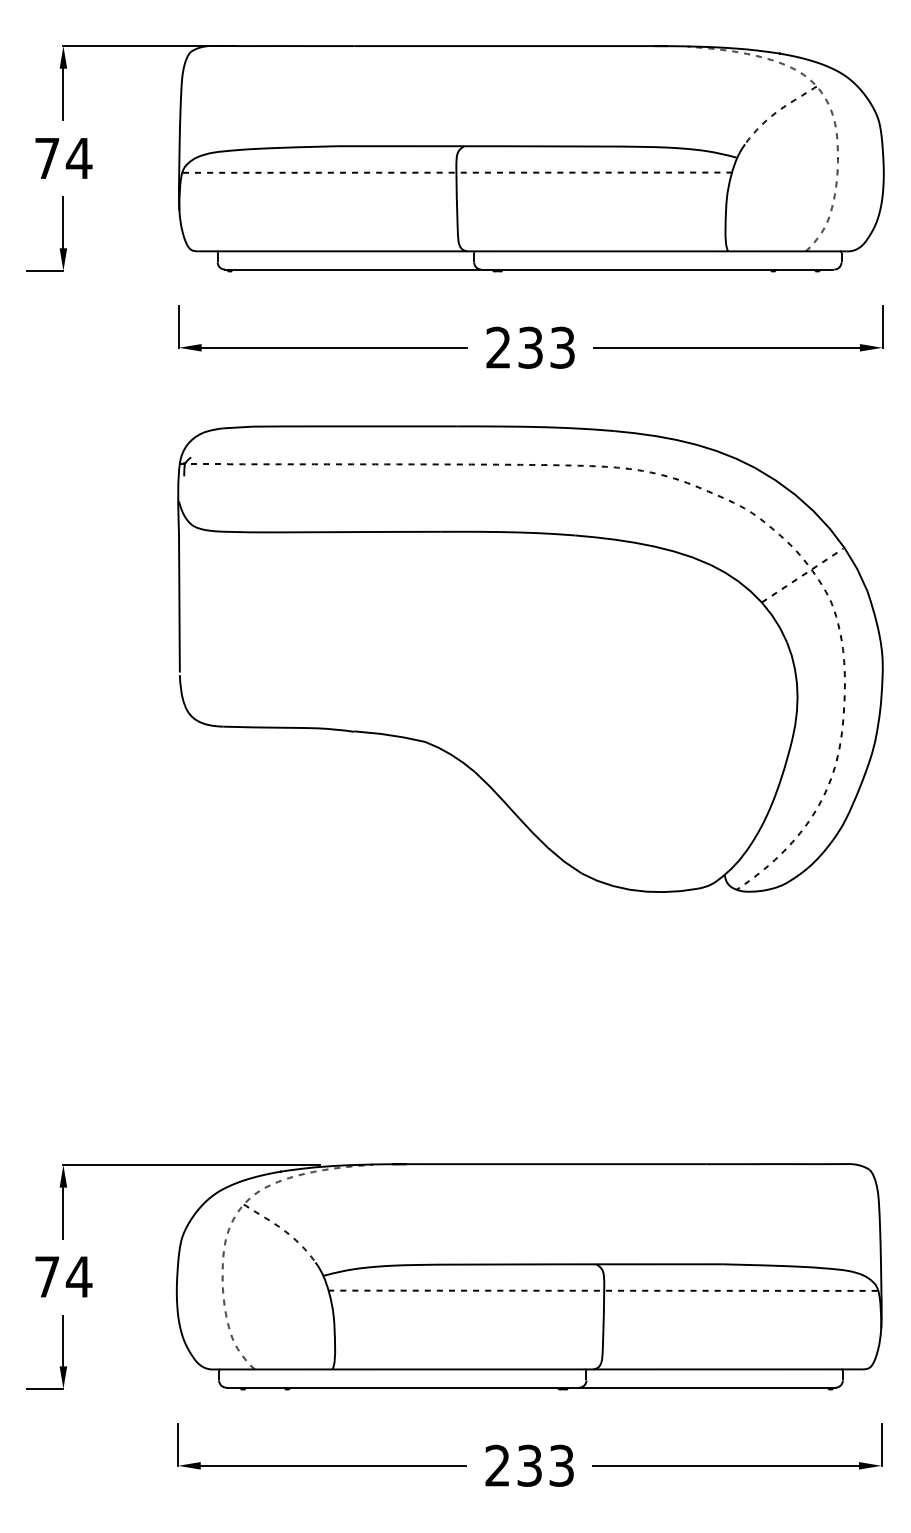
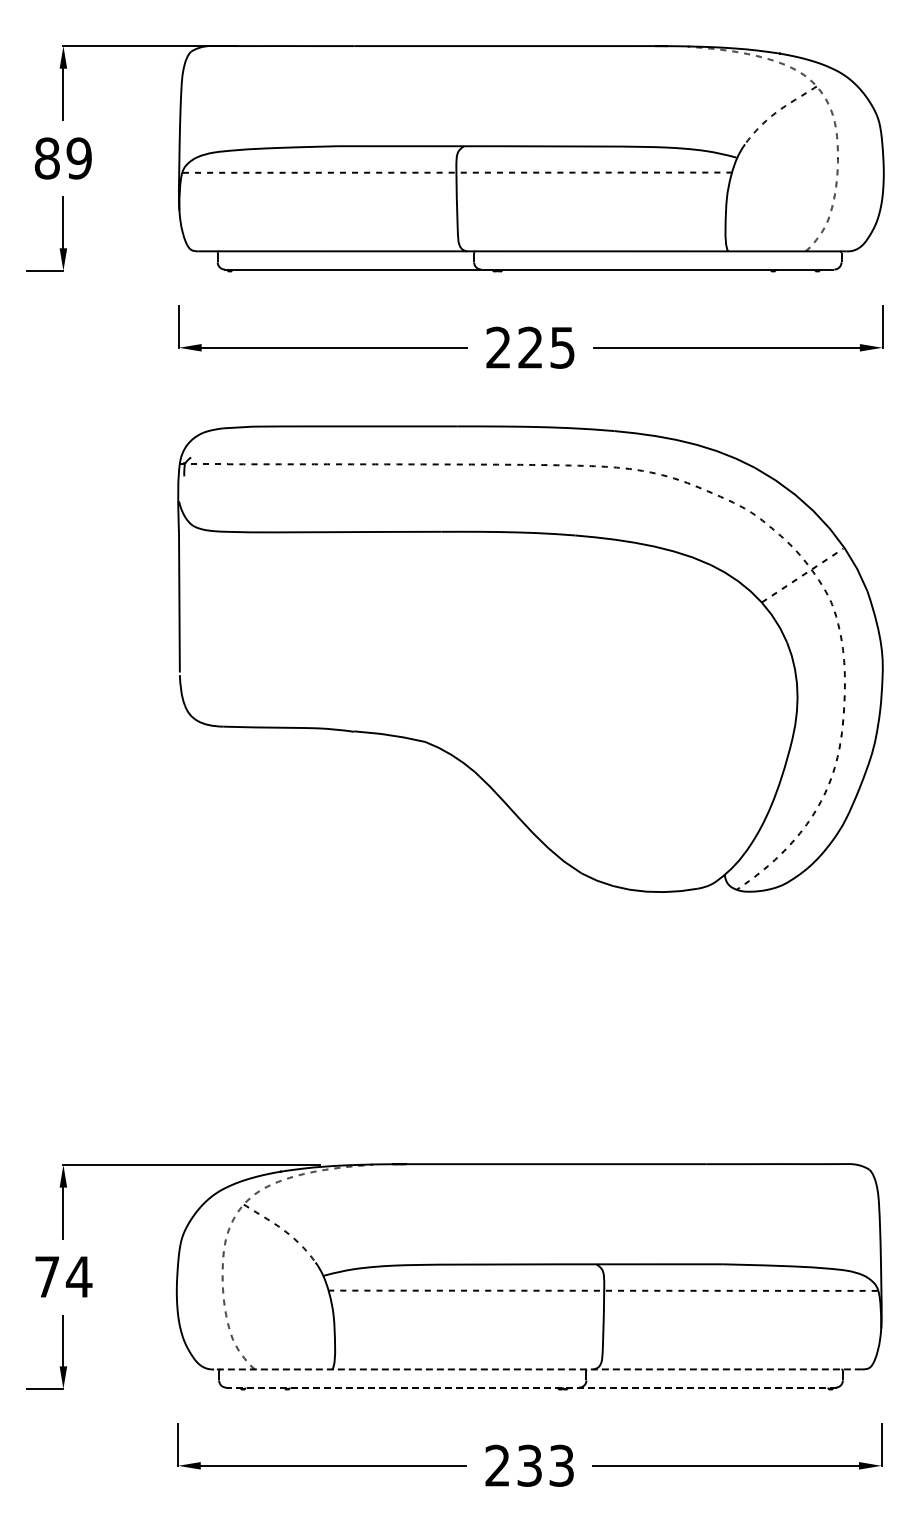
text at (63, 158): 74 -> 89
text at (546, 347): 233 -> 225
line at (538, 1369): solid -> dashed
line at (530, 1387): solid -> dashed
